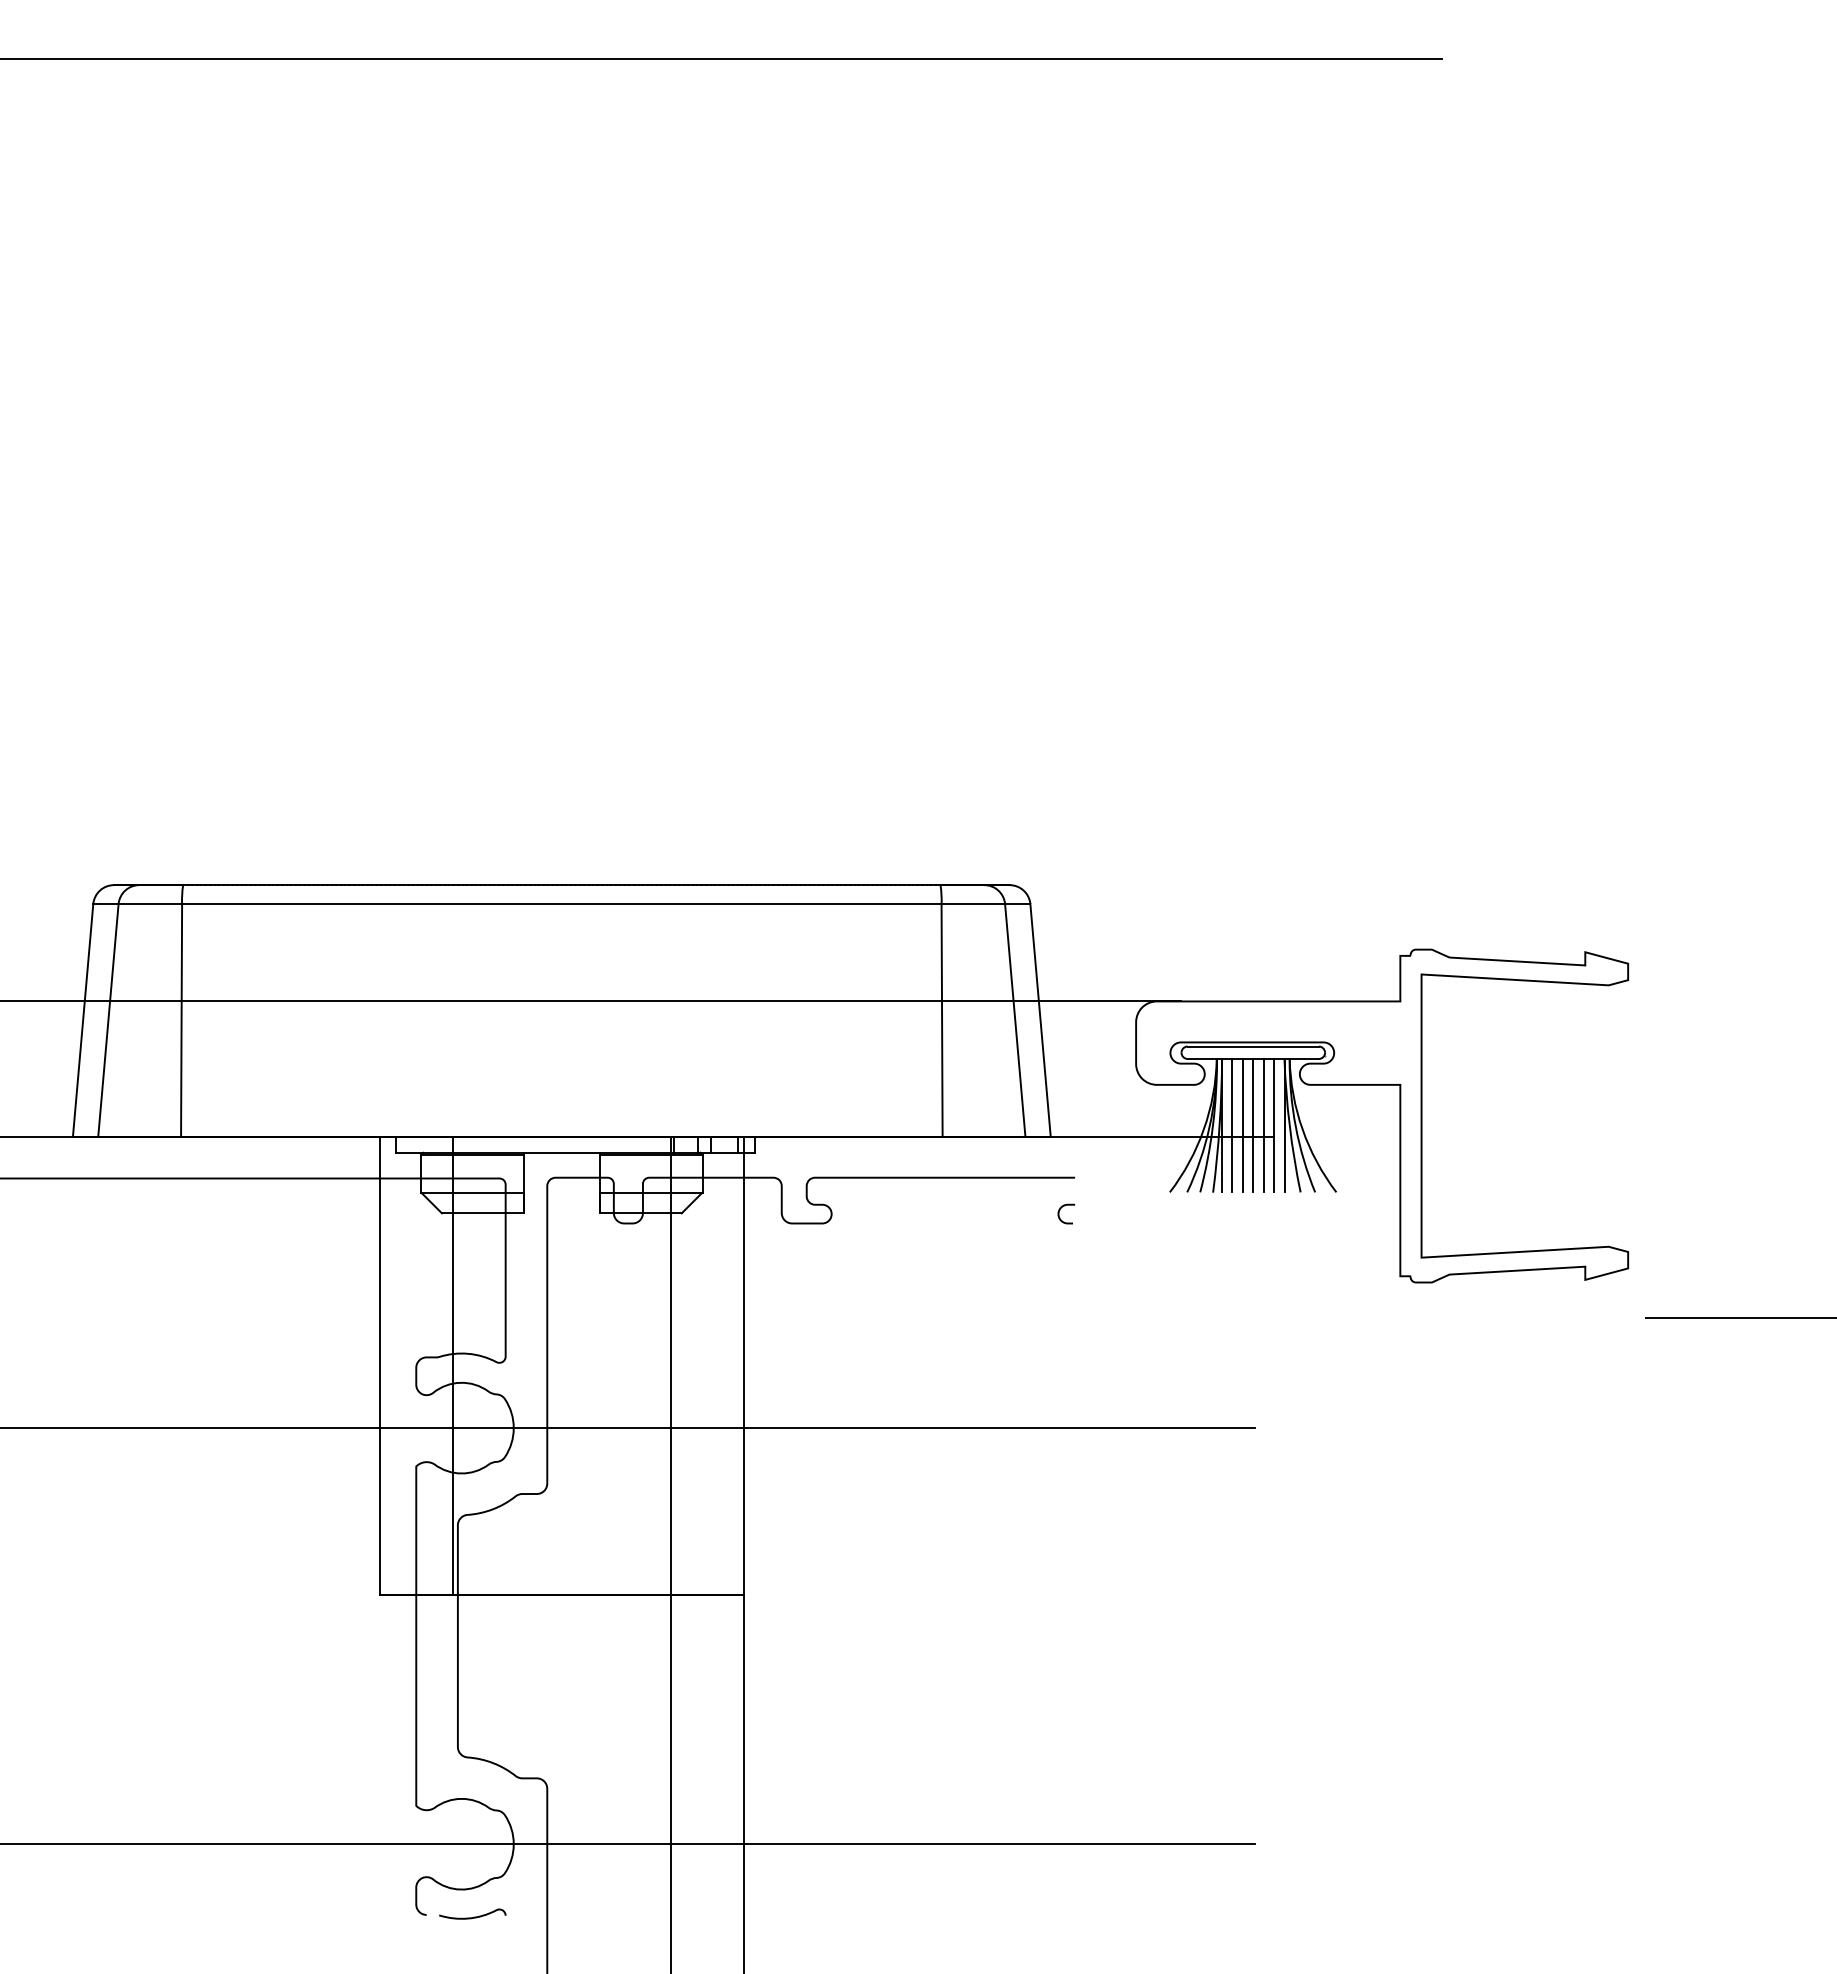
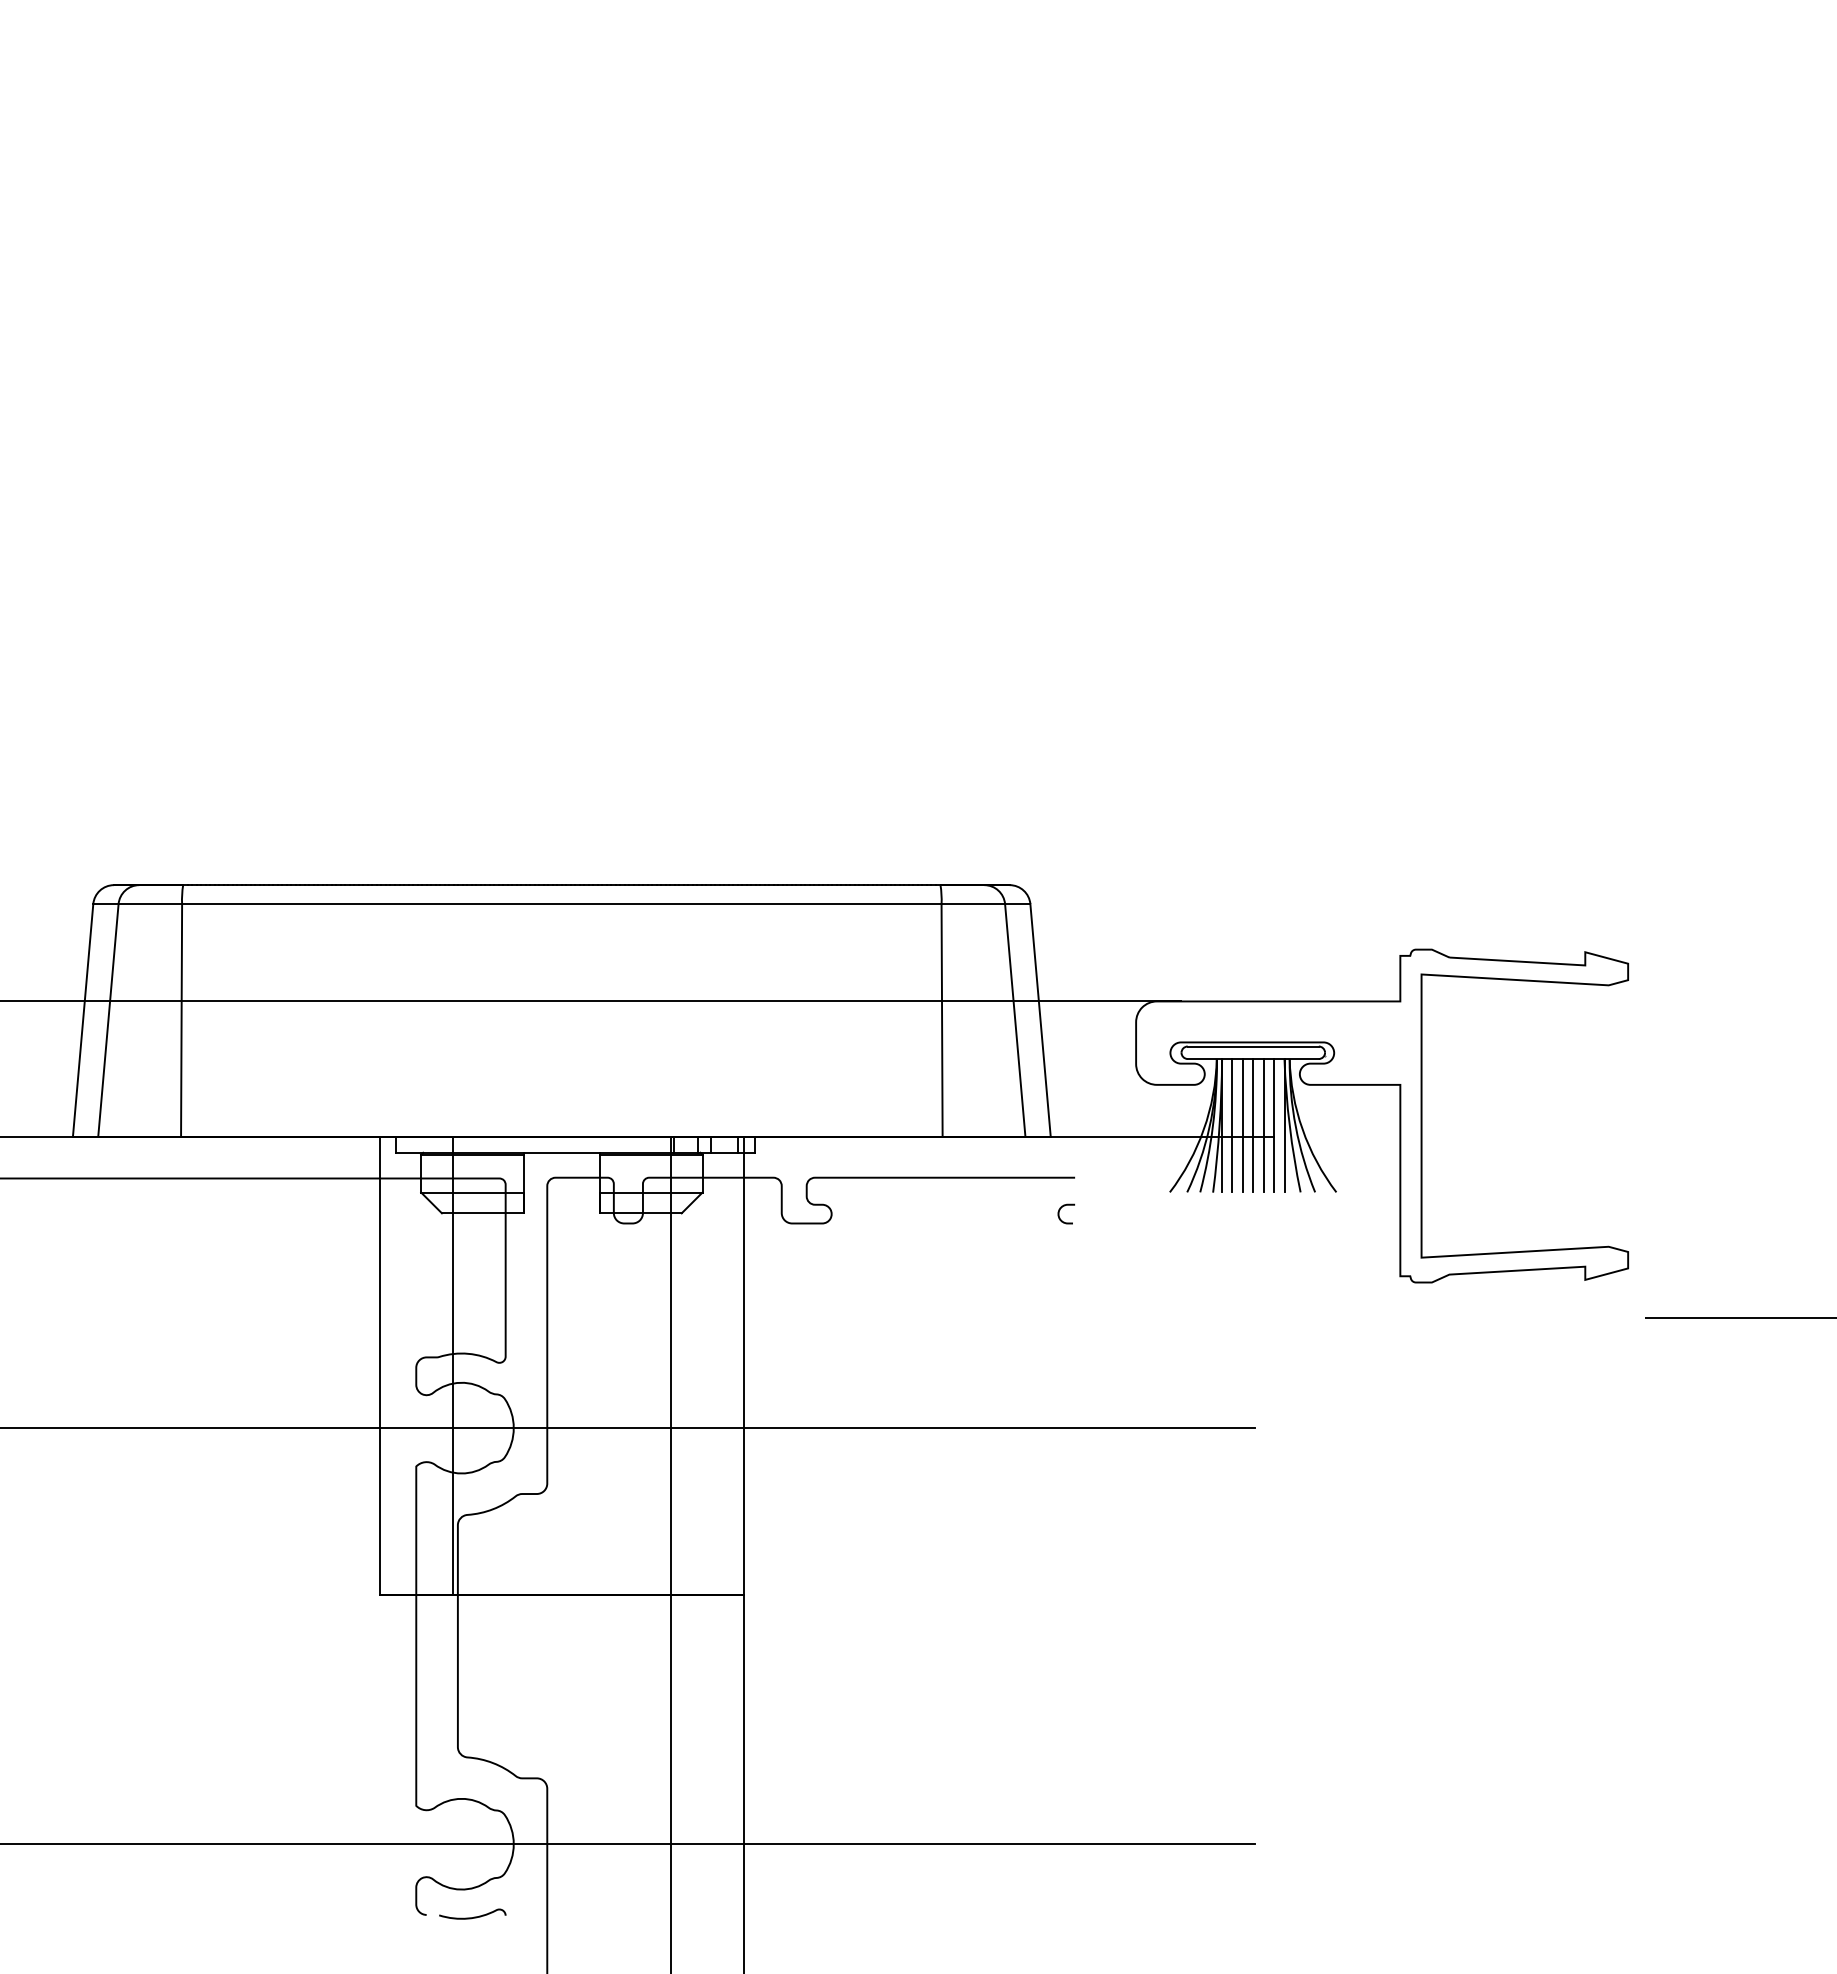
line at (722, 59): present -> none
